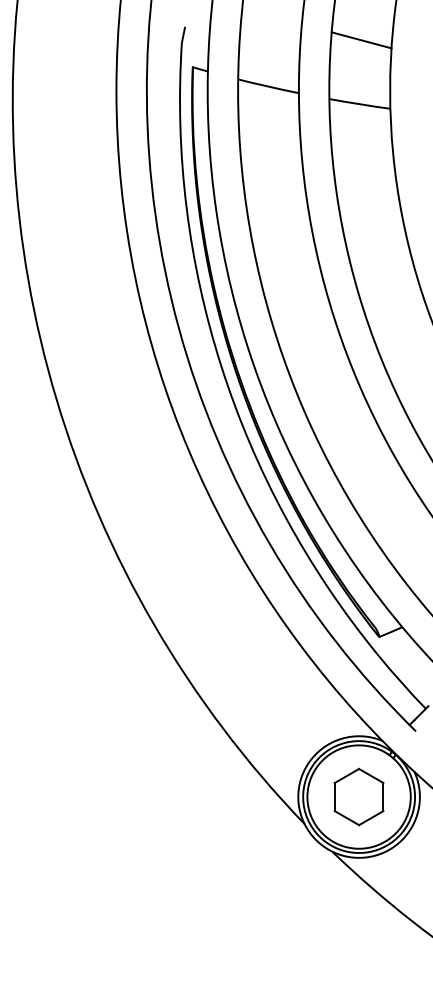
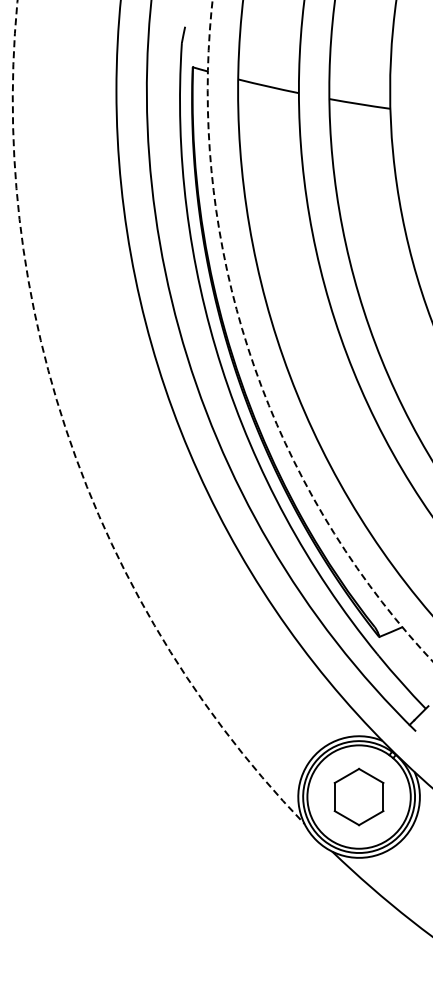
line at (361, 40): present -> none
arc at (249, 351): solid -> dashed
arc at (71, 444): solid -> dashed
